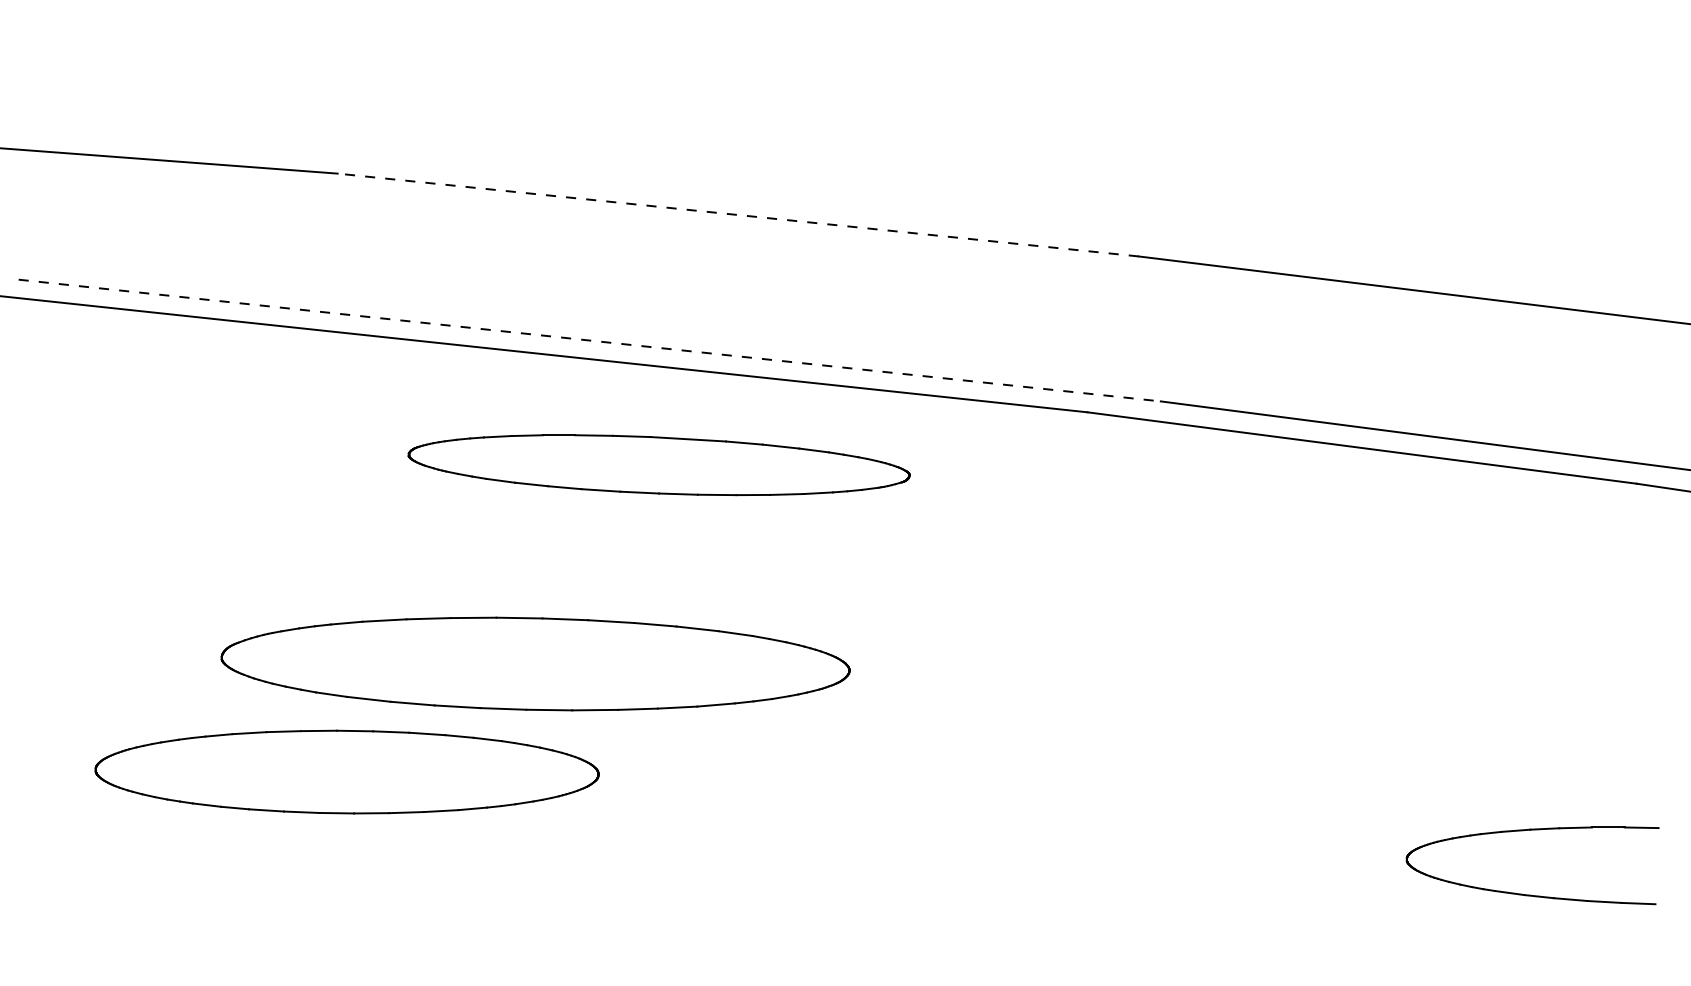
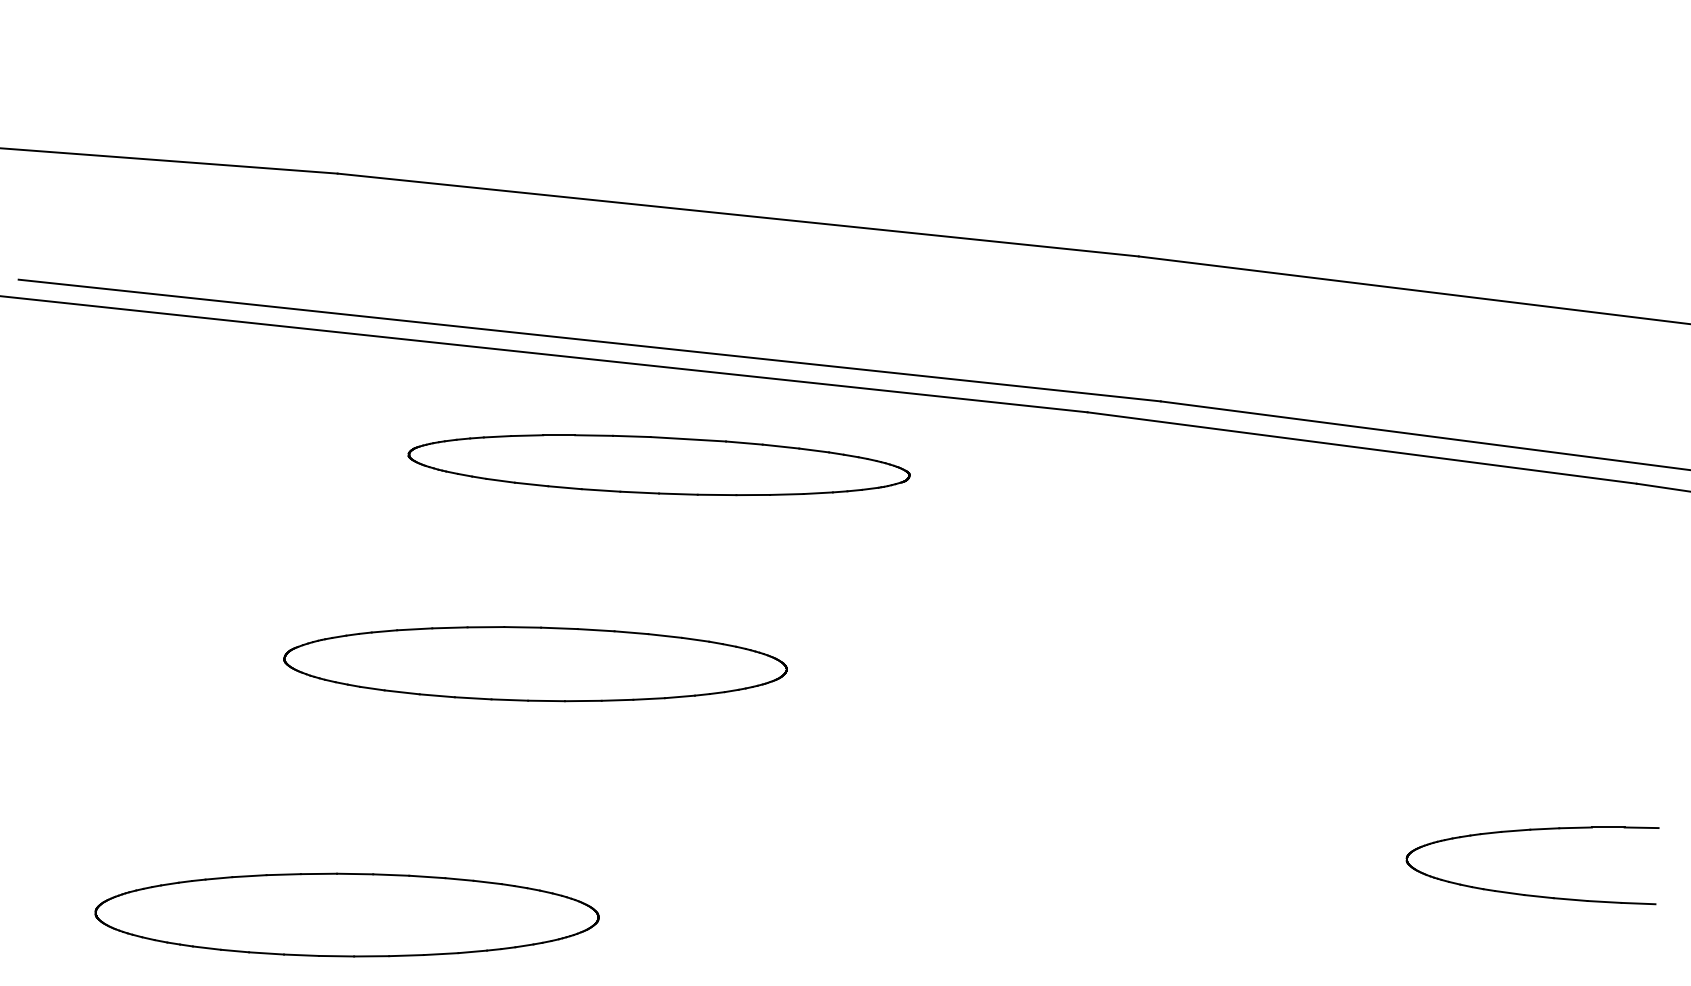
line at (738, 215): dashed -> solid
line at (590, 340): dashed -> solid
part at (535, 663) size: 631x96 px -> 505x77 px
part at (346, 771) position: (346, 771) -> (346, 914)
